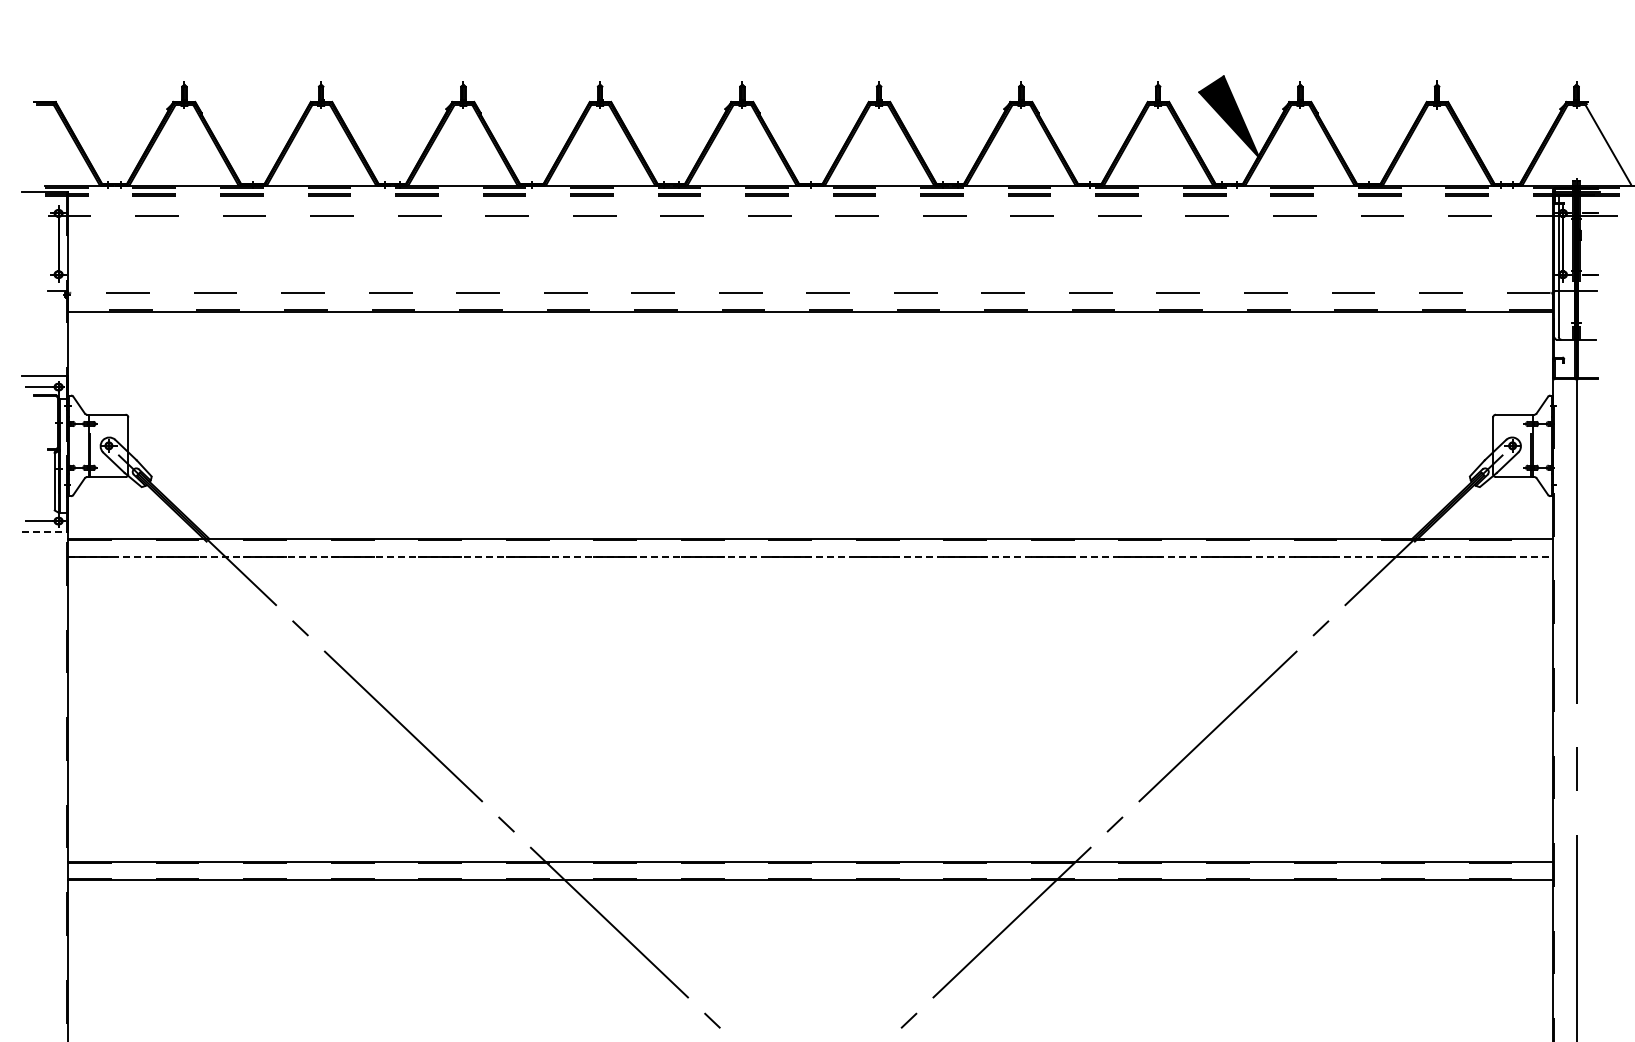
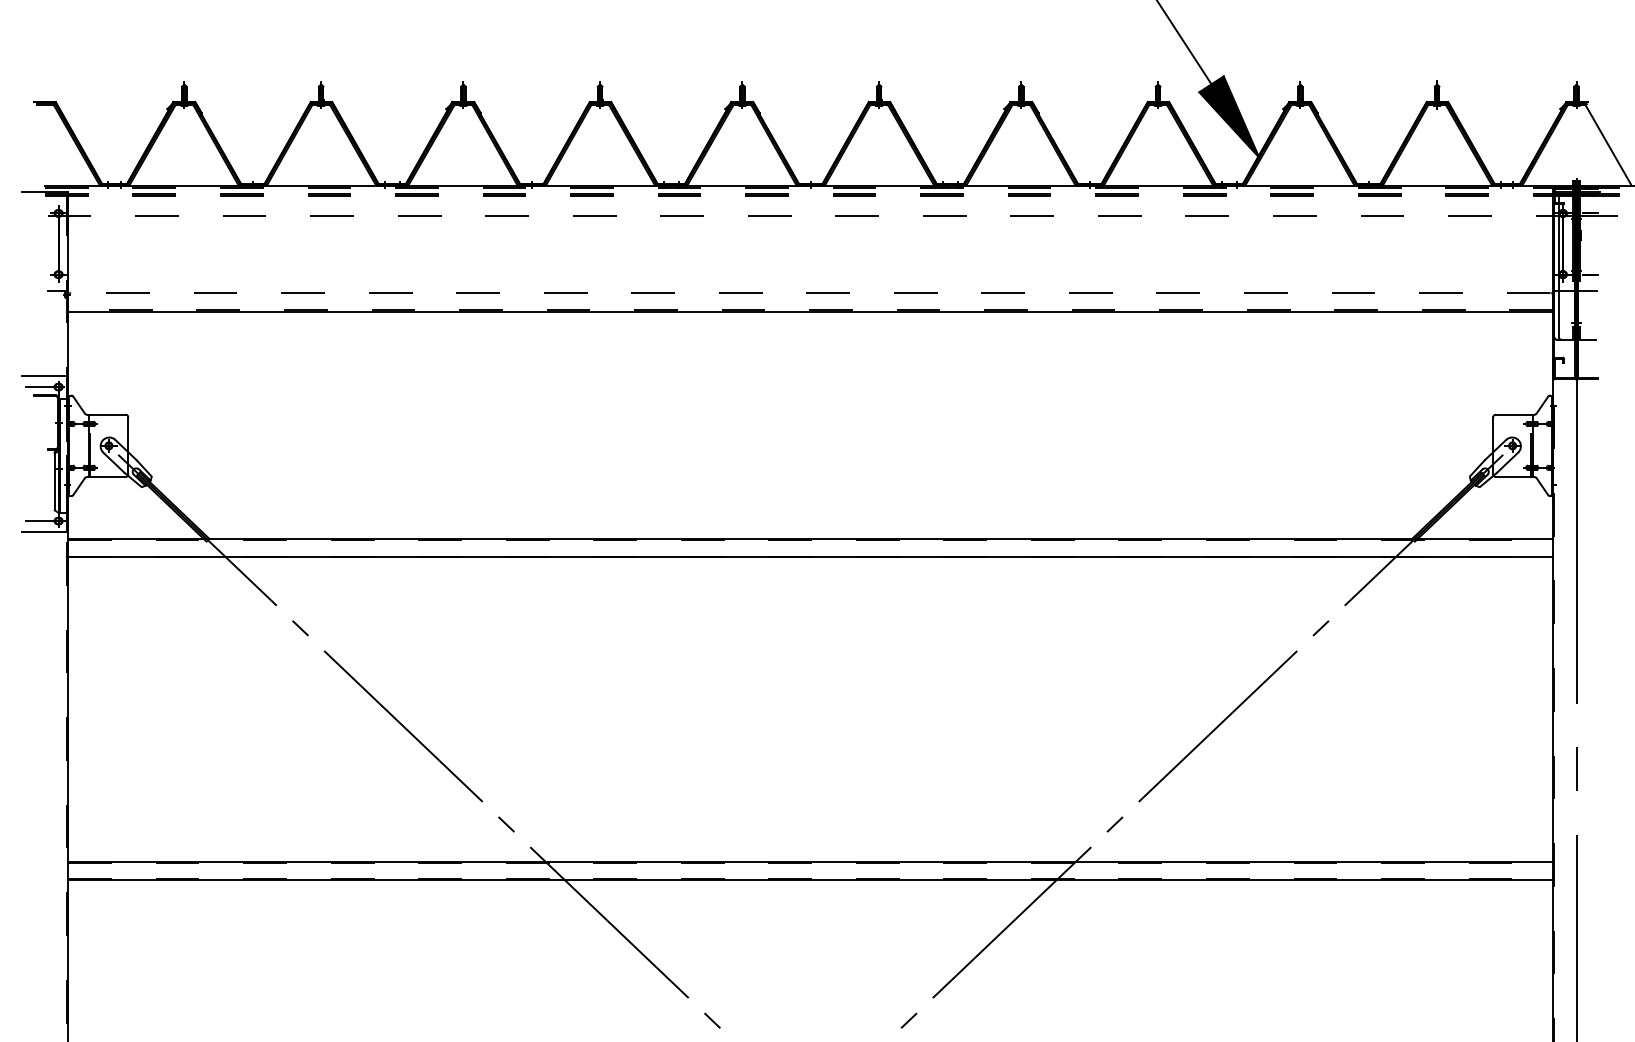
line at (1184, 43): none -> present
line at (45, 532): dashed -> solid
line at (810, 557): dashed -> solid
